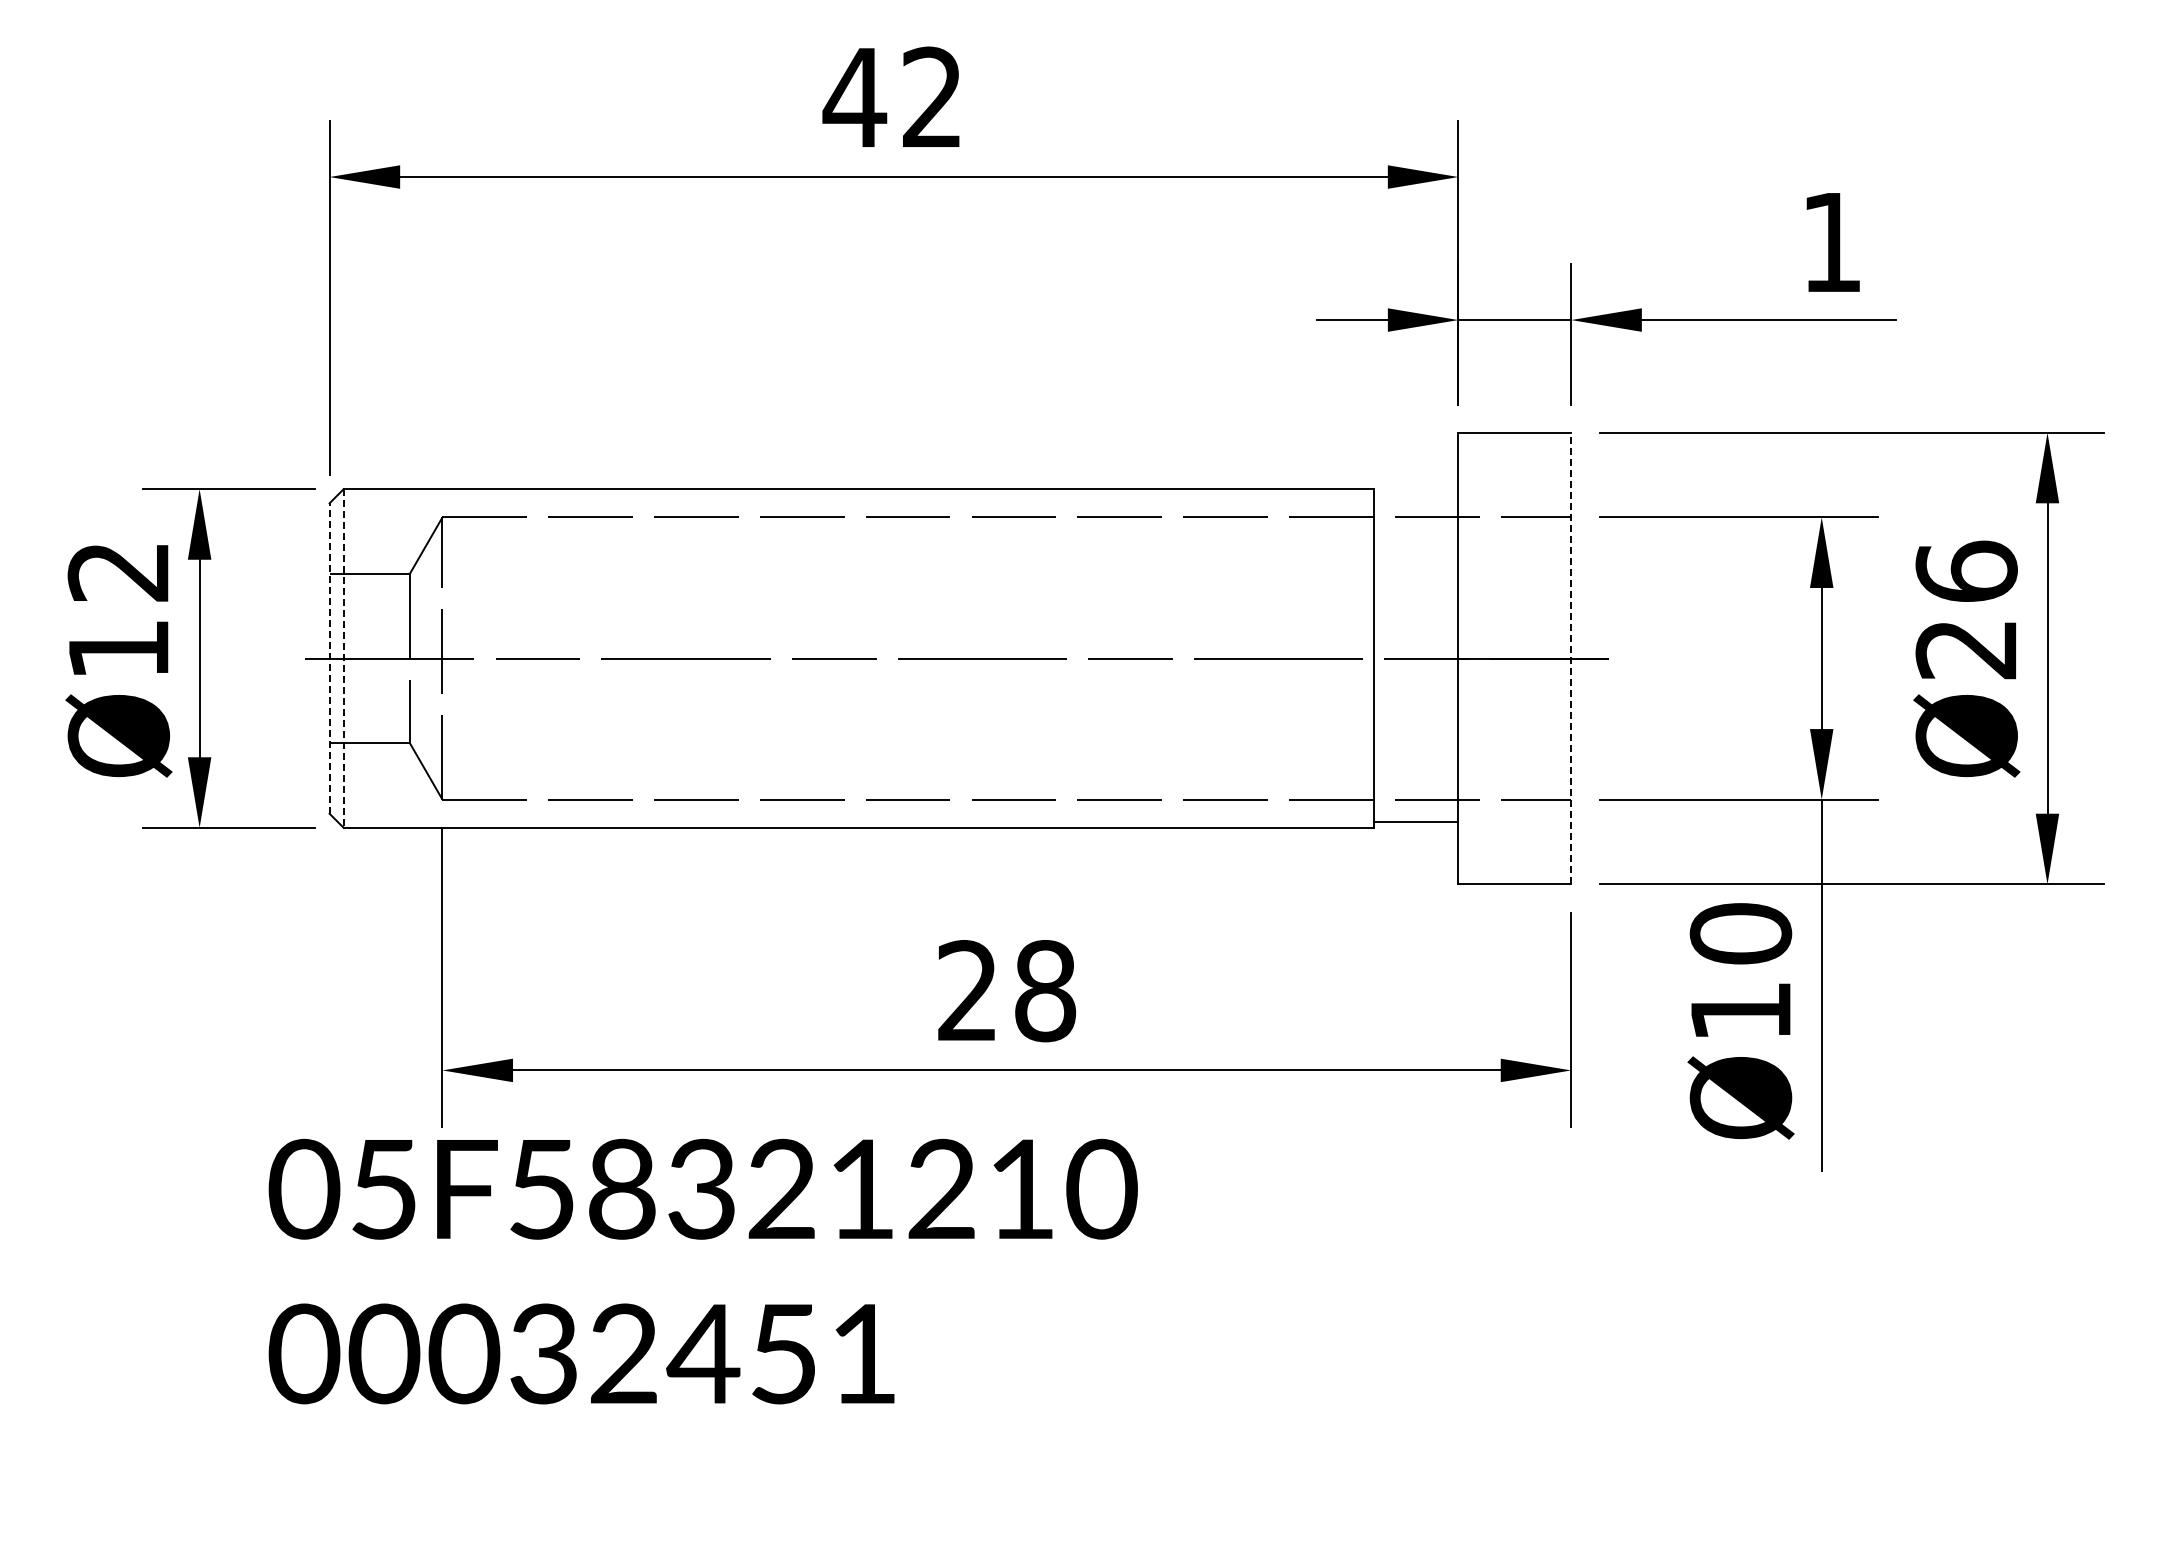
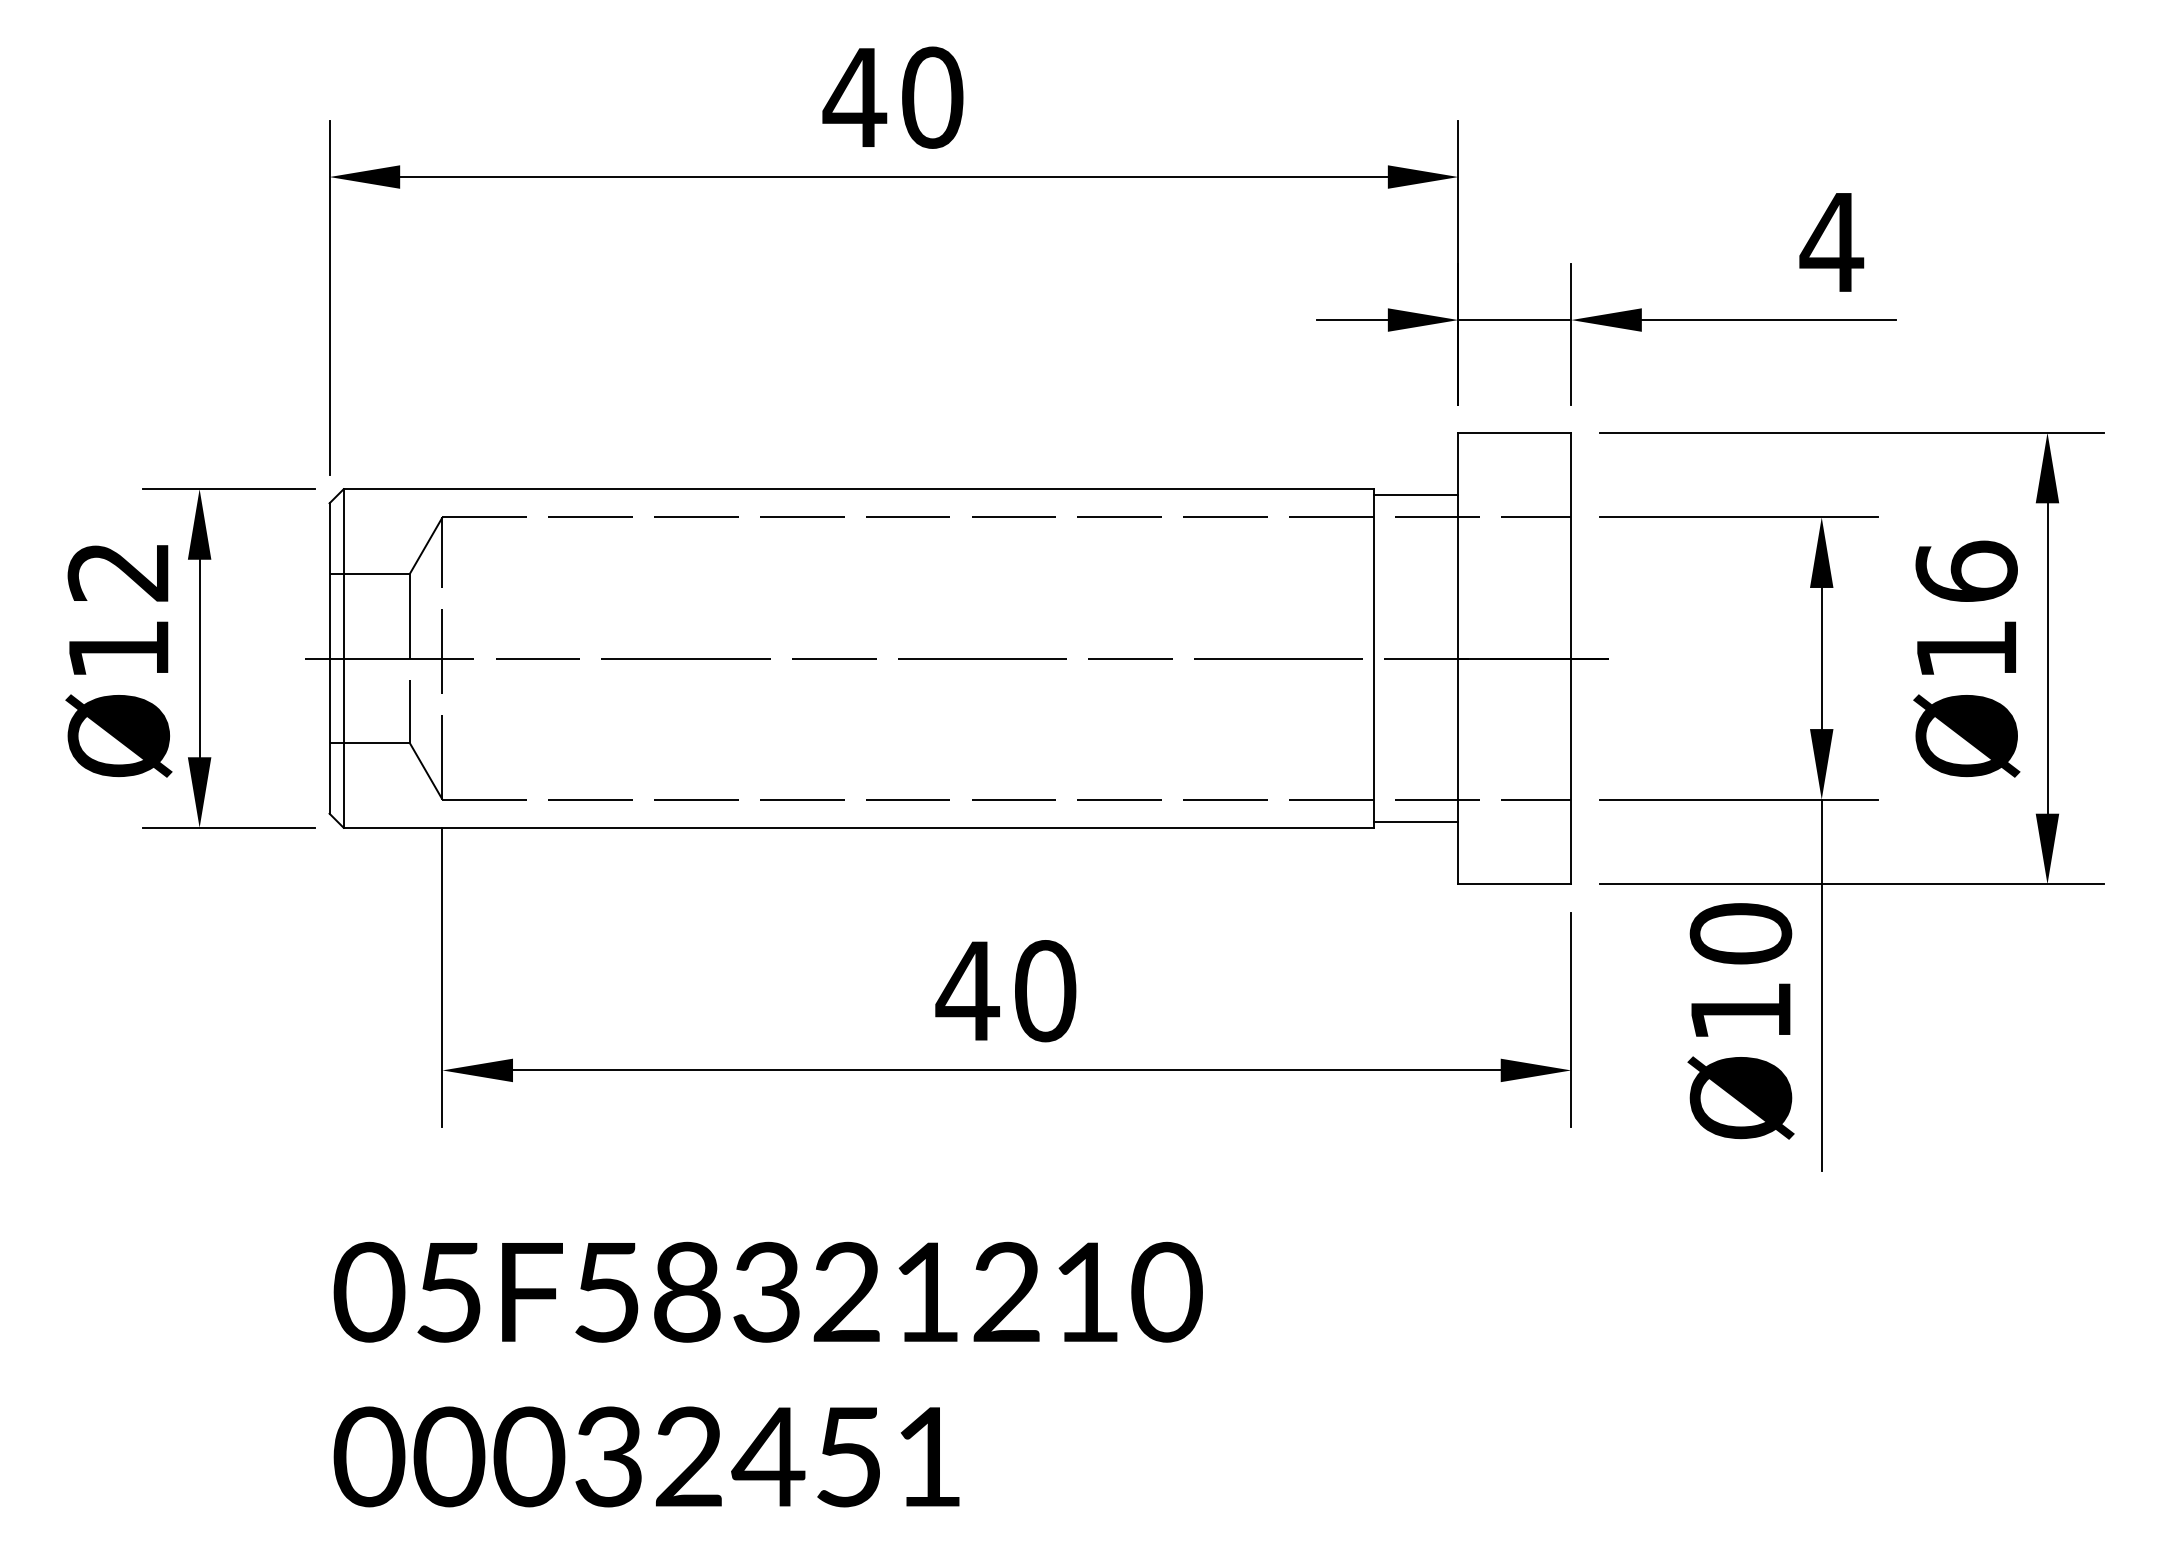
text at (932, 97): 42 -> 40
text at (1831, 242): 1 -> 4
line at (1415, 494): none -> present
text at (1965, 650): Ø26 -> Ø16
line at (329, 658): dashed -> solid
line at (1571, 658): dashed -> solid
line at (343, 659): dashed -> solid
text at (1005, 991): 28 -> 40
text at (702, 1271) position: (702, 1271) -> (767, 1374)
